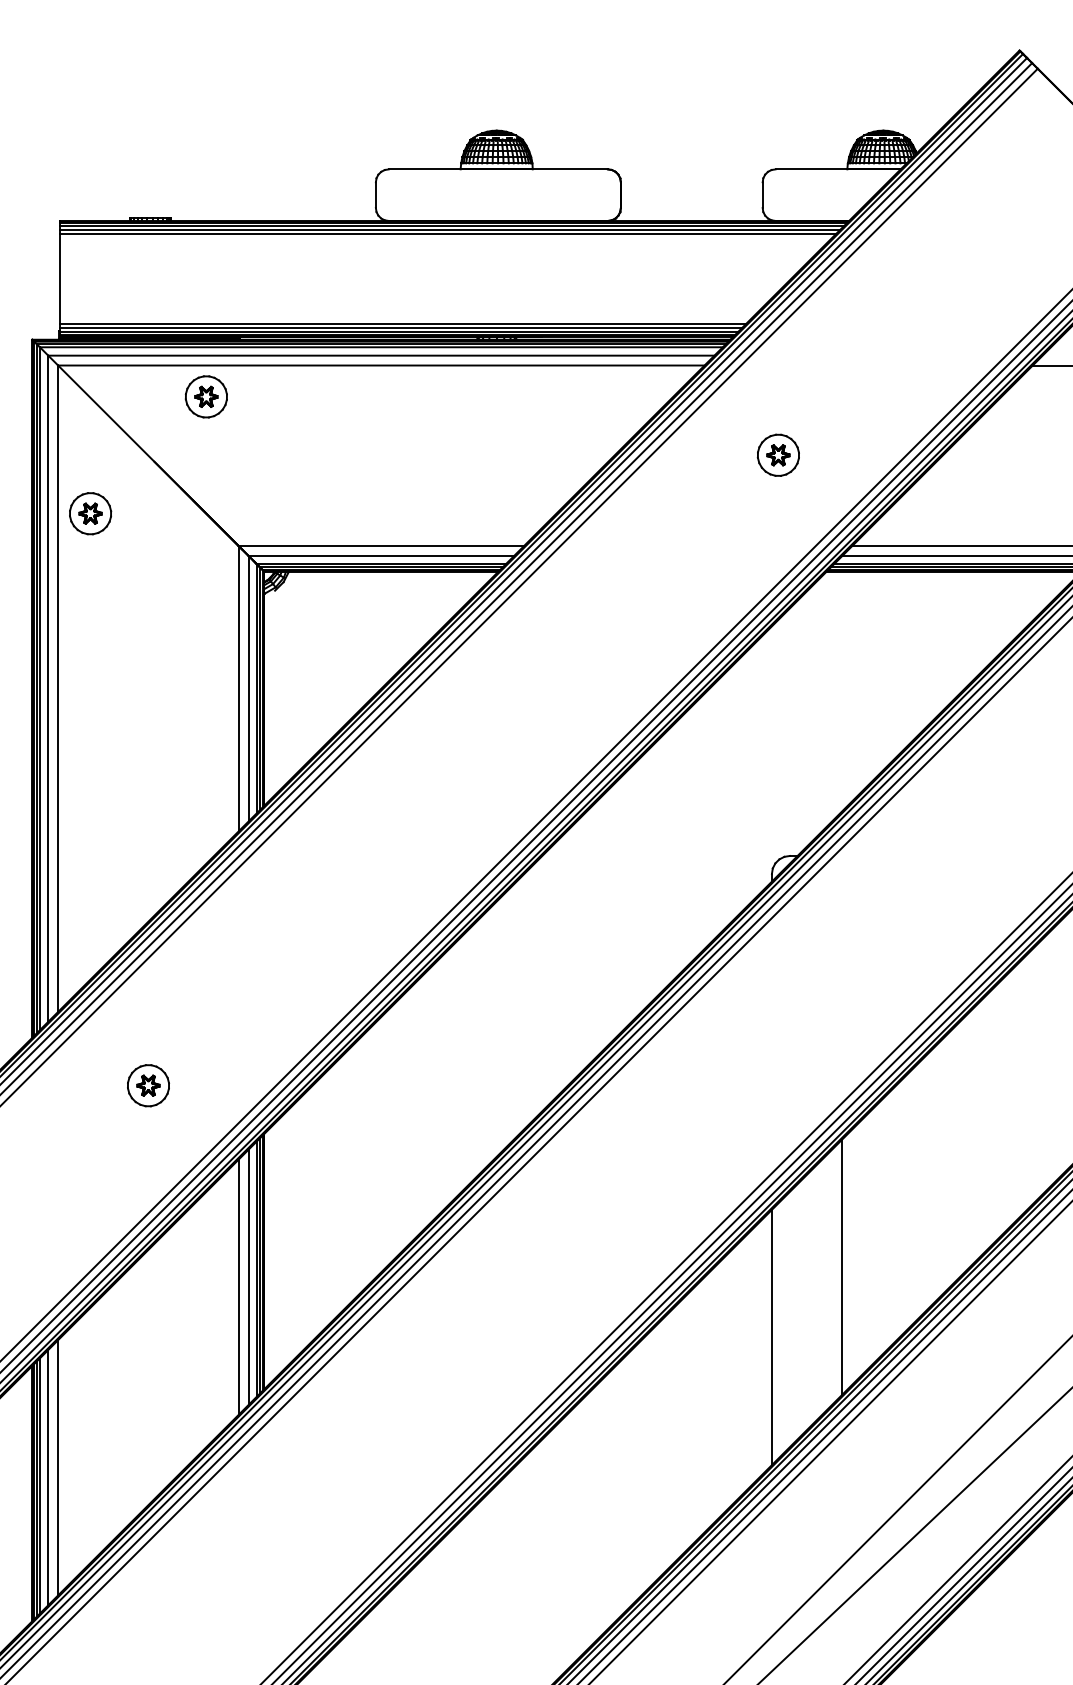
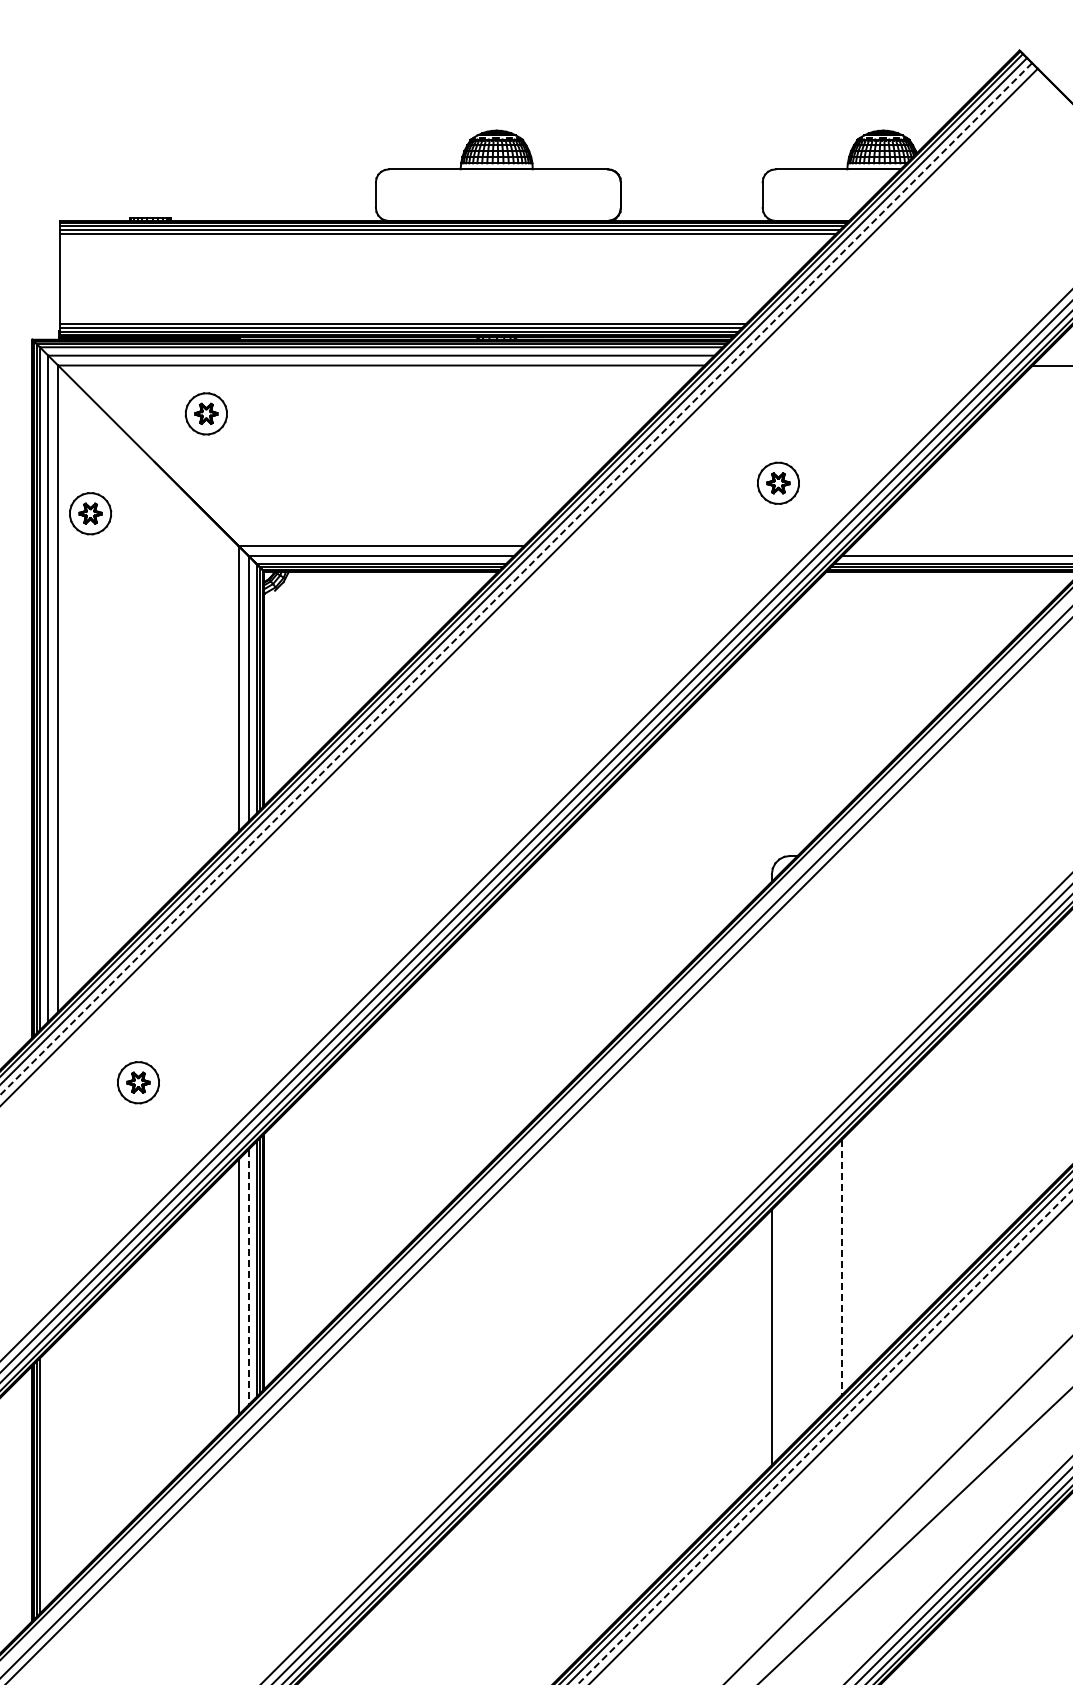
part at (205, 396) position: (205, 396) -> (205, 413)
part at (777, 454) position: (777, 454) -> (777, 482)
line at (960, 546): present -> none
line at (516, 579): solid -> dashed
part at (148, 1085) position: (148, 1085) -> (138, 1082)
line at (535, 1132): present -> none
line at (841, 1267): solid -> dashed
line at (248, 1277): solid -> dashed
line at (825, 1437): solid -> dashed
line at (58, 1467): present -> none
line at (48, 1477): present -> none
